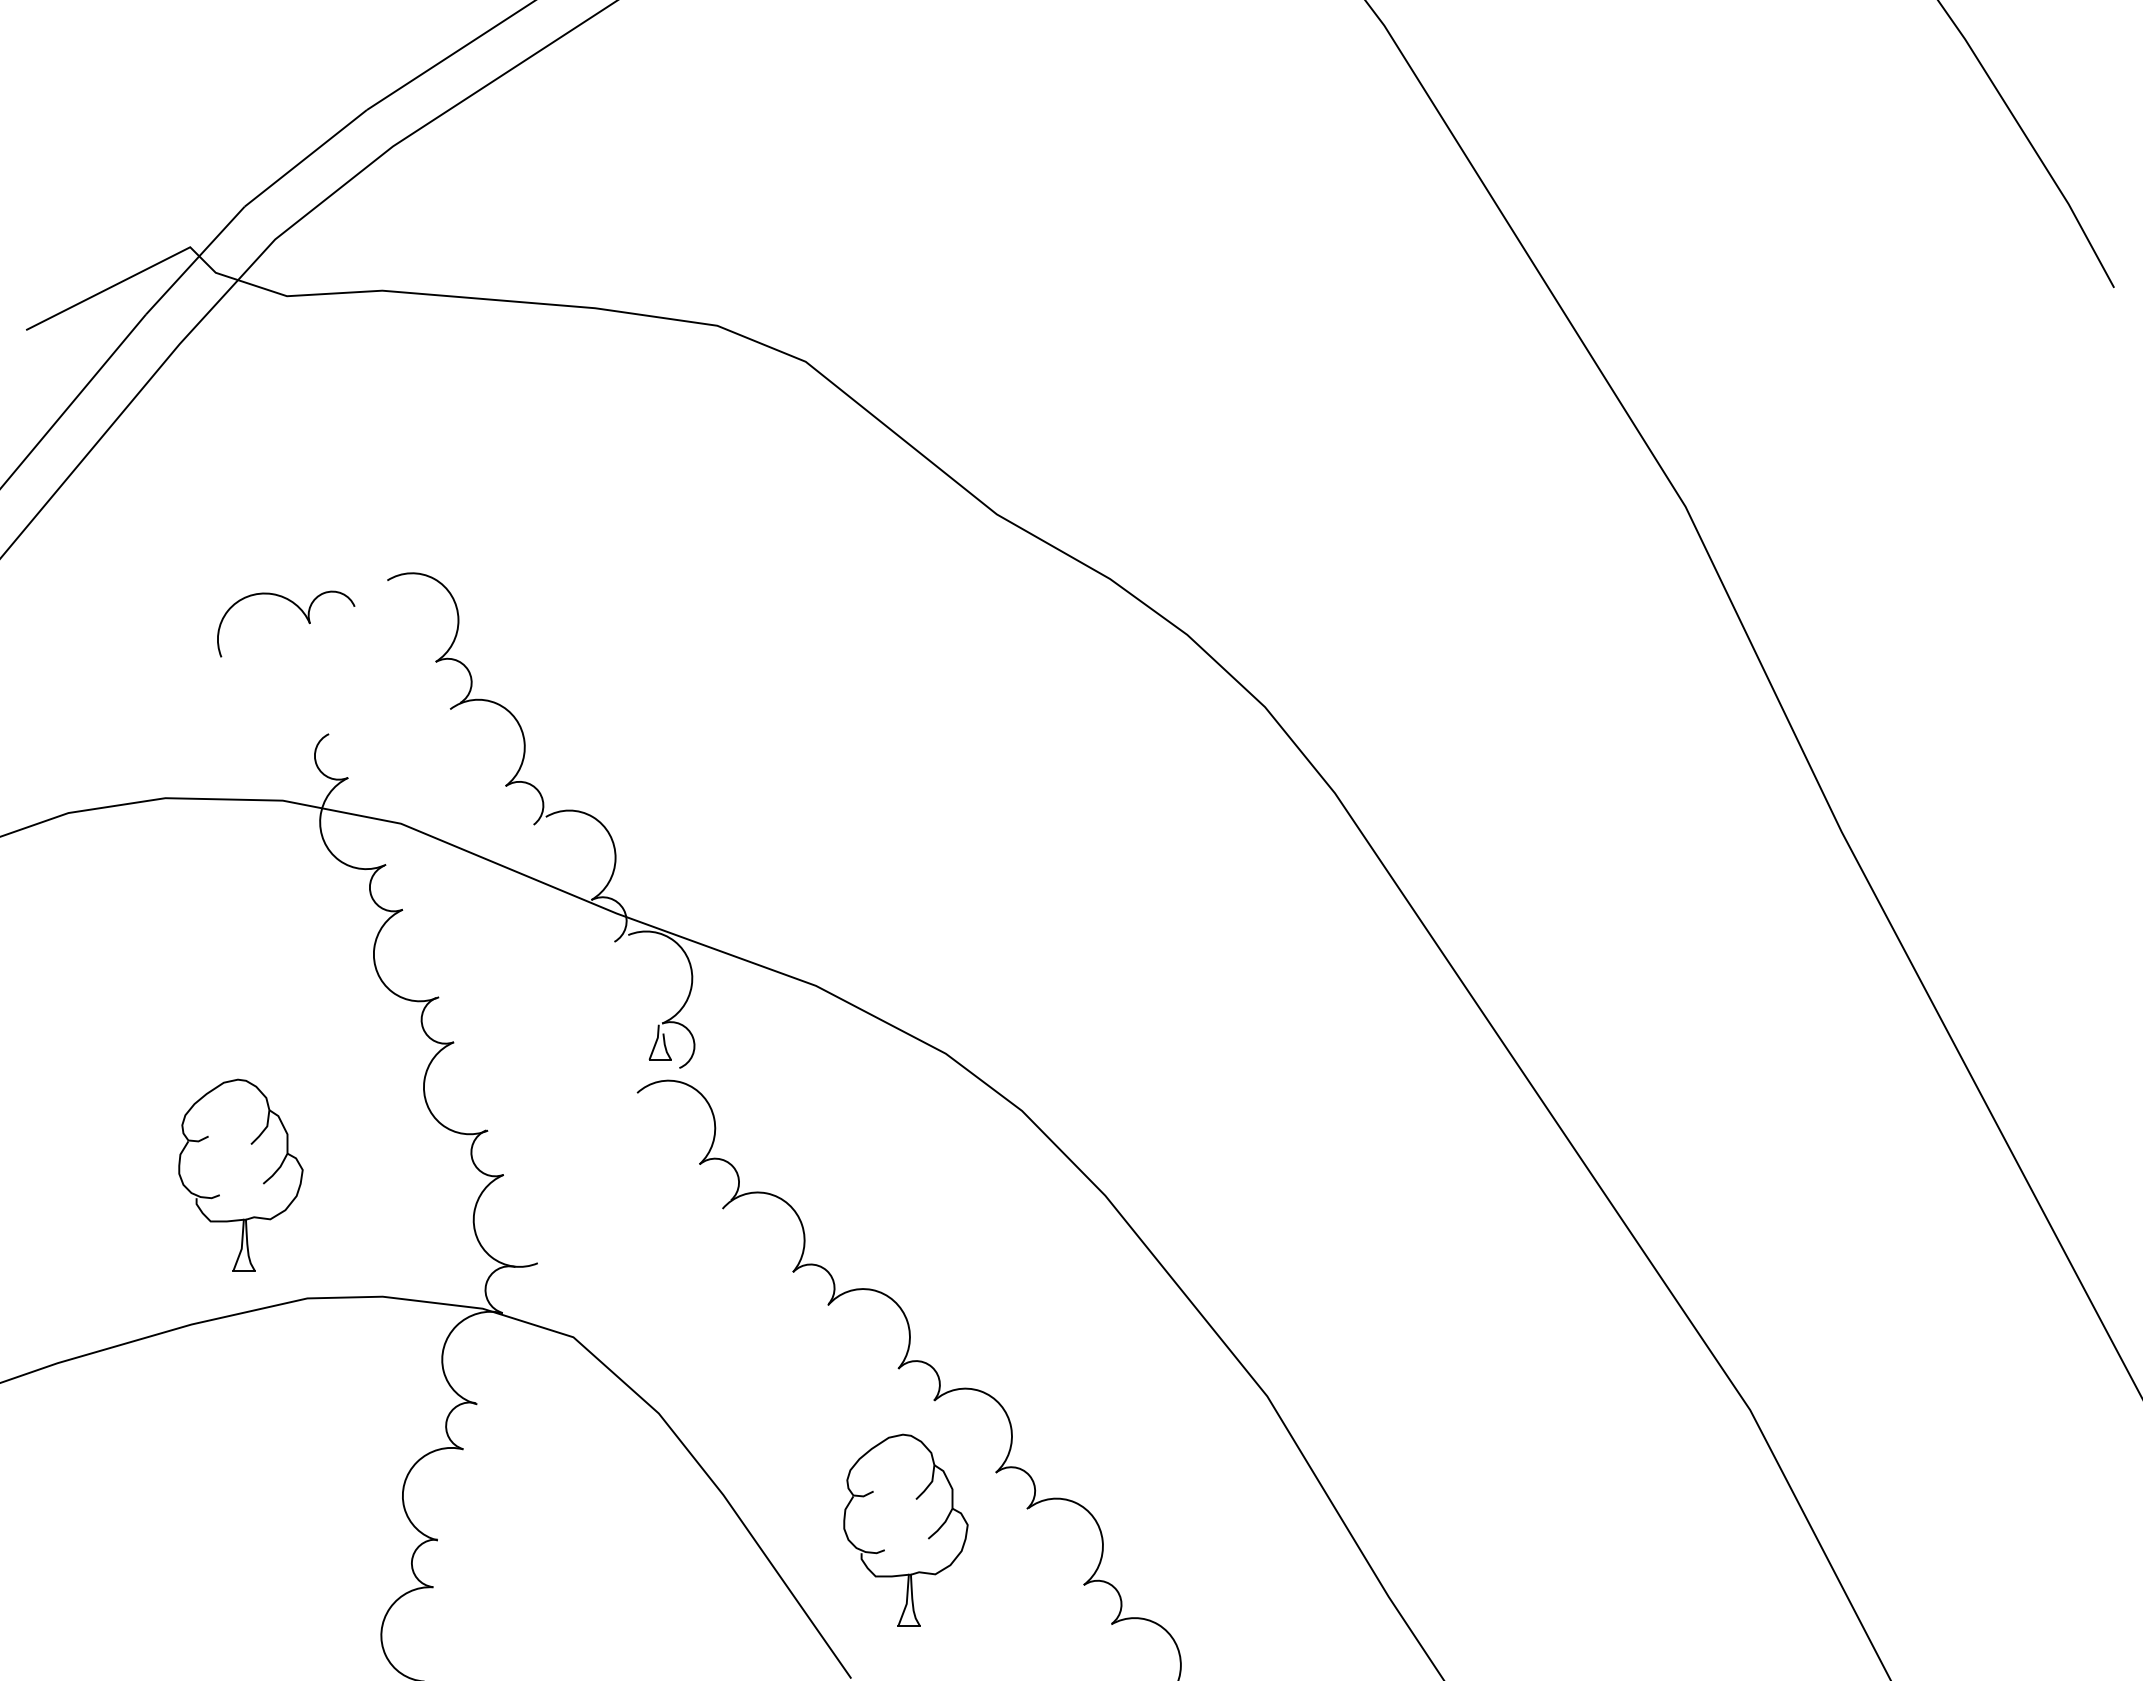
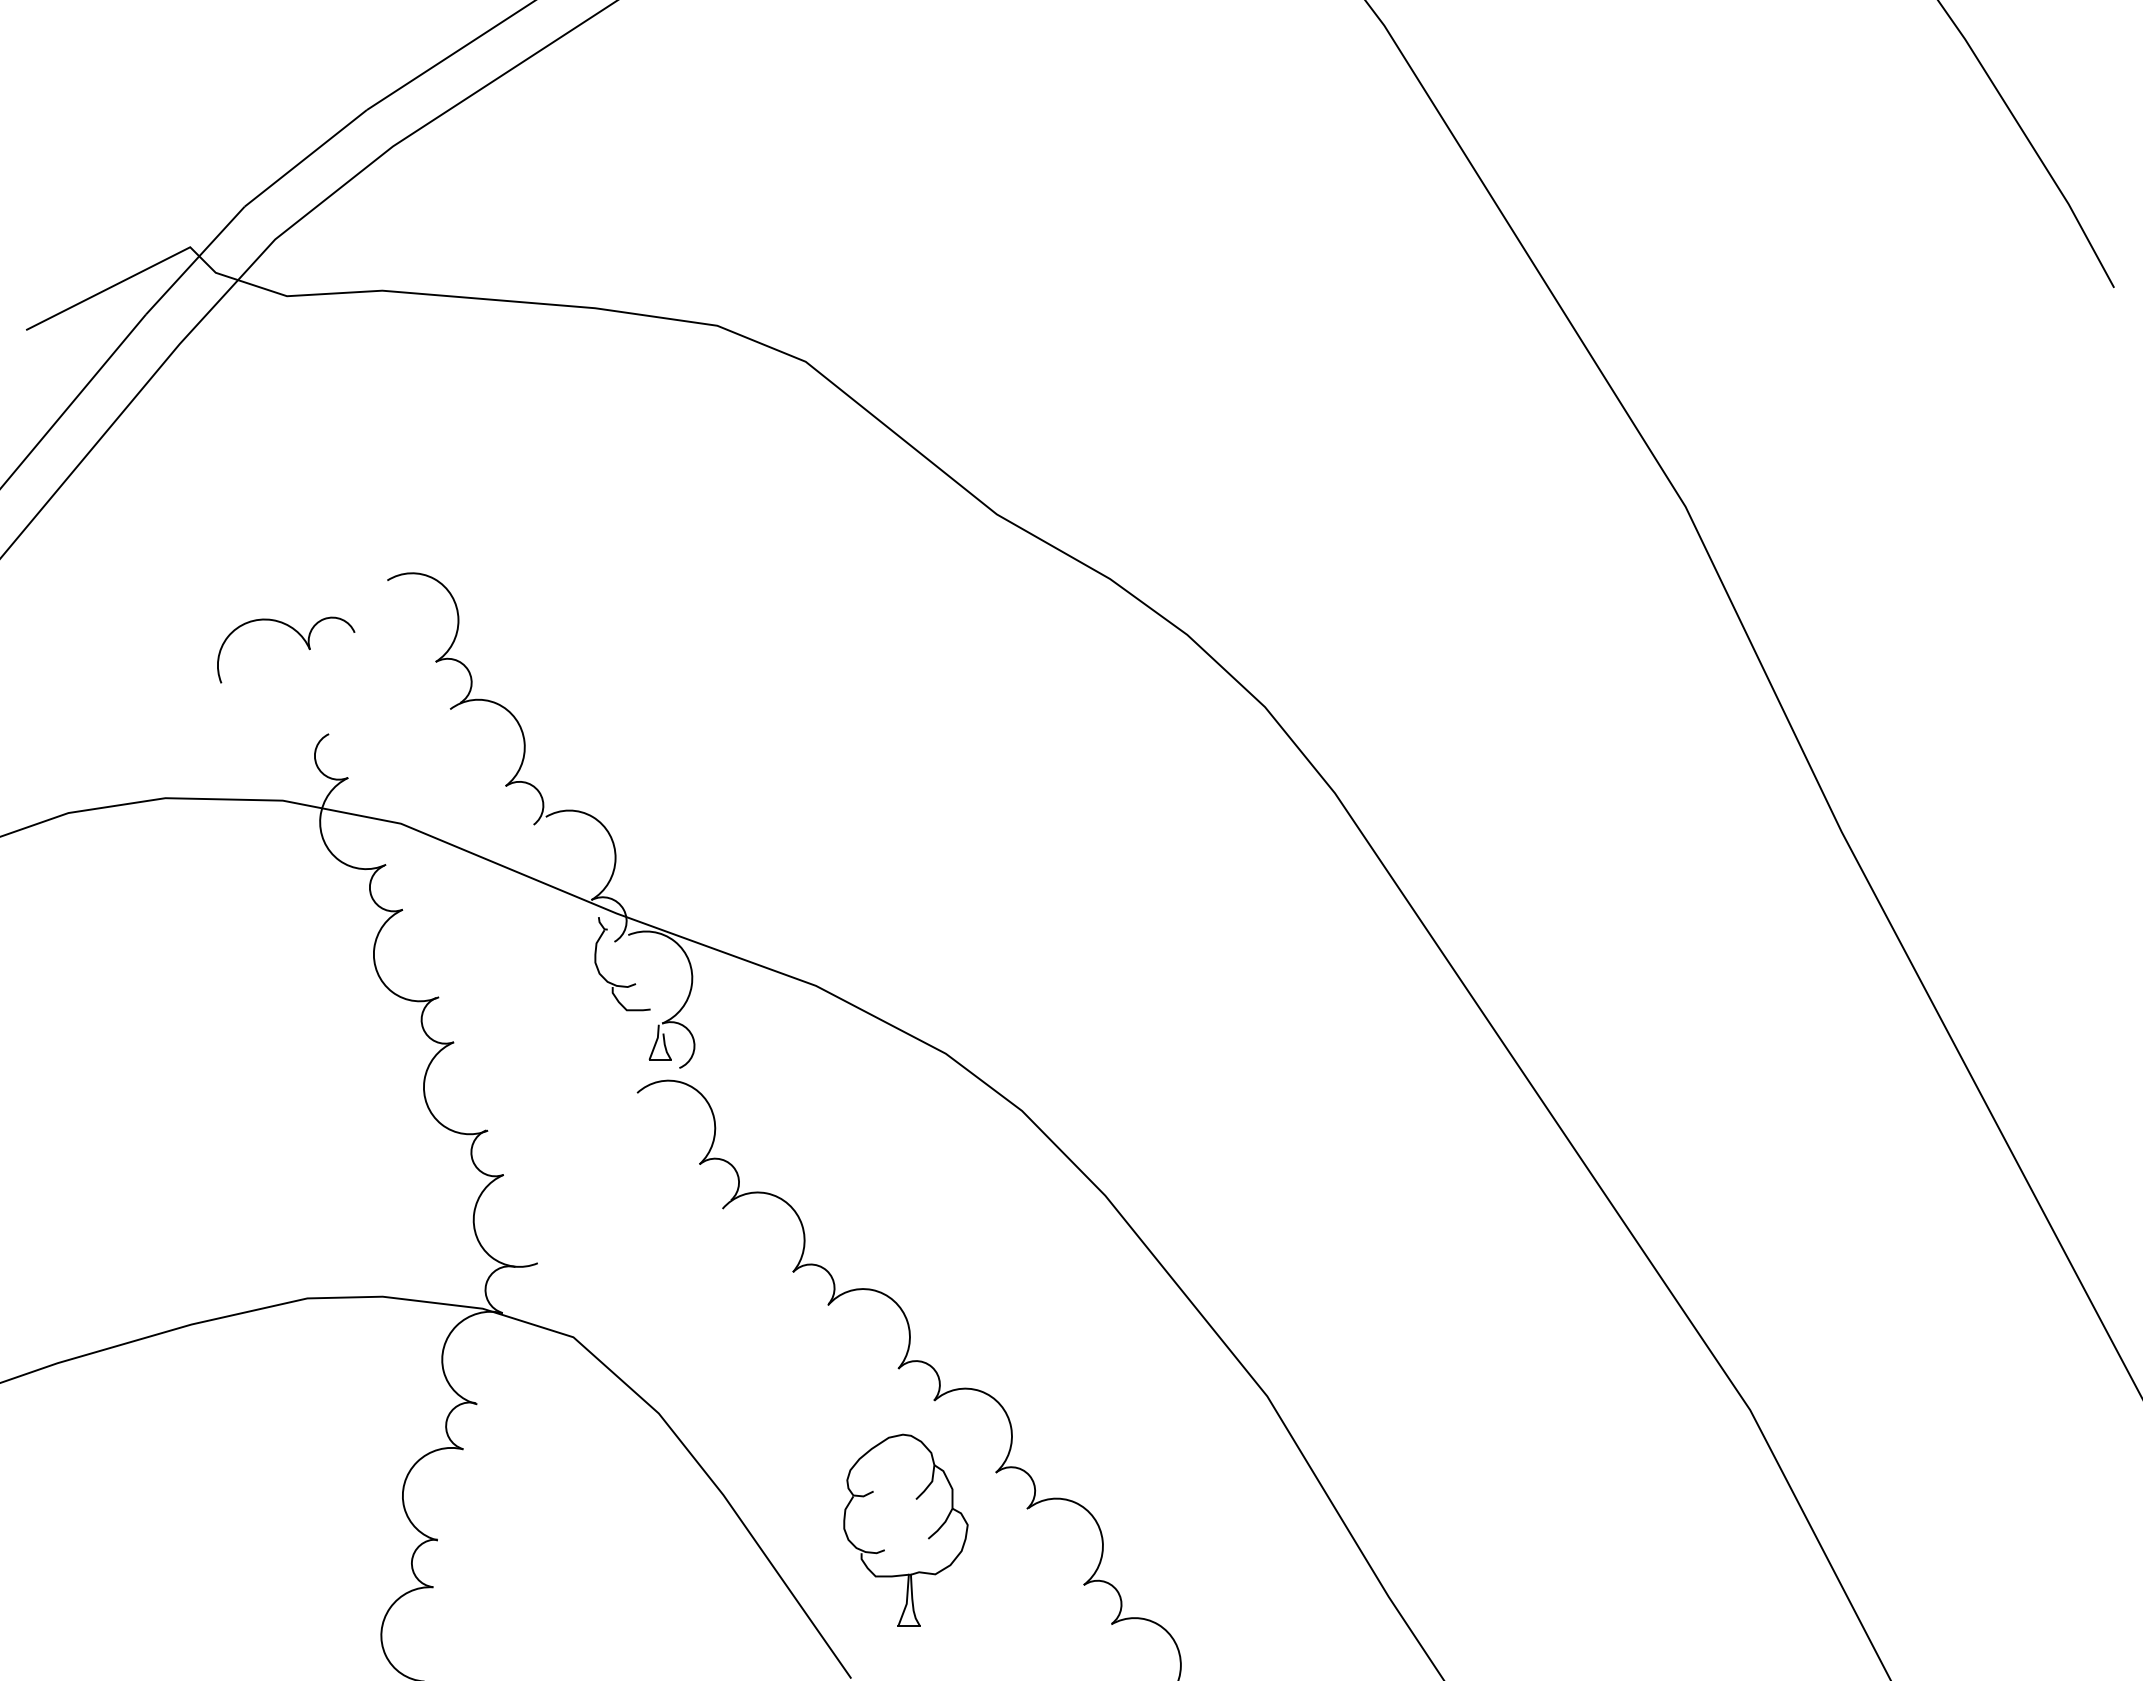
part at (302, 613) position: (302, 613) -> (302, 639)
part at (614, 983): none -> present
part at (240, 1174): present -> none
